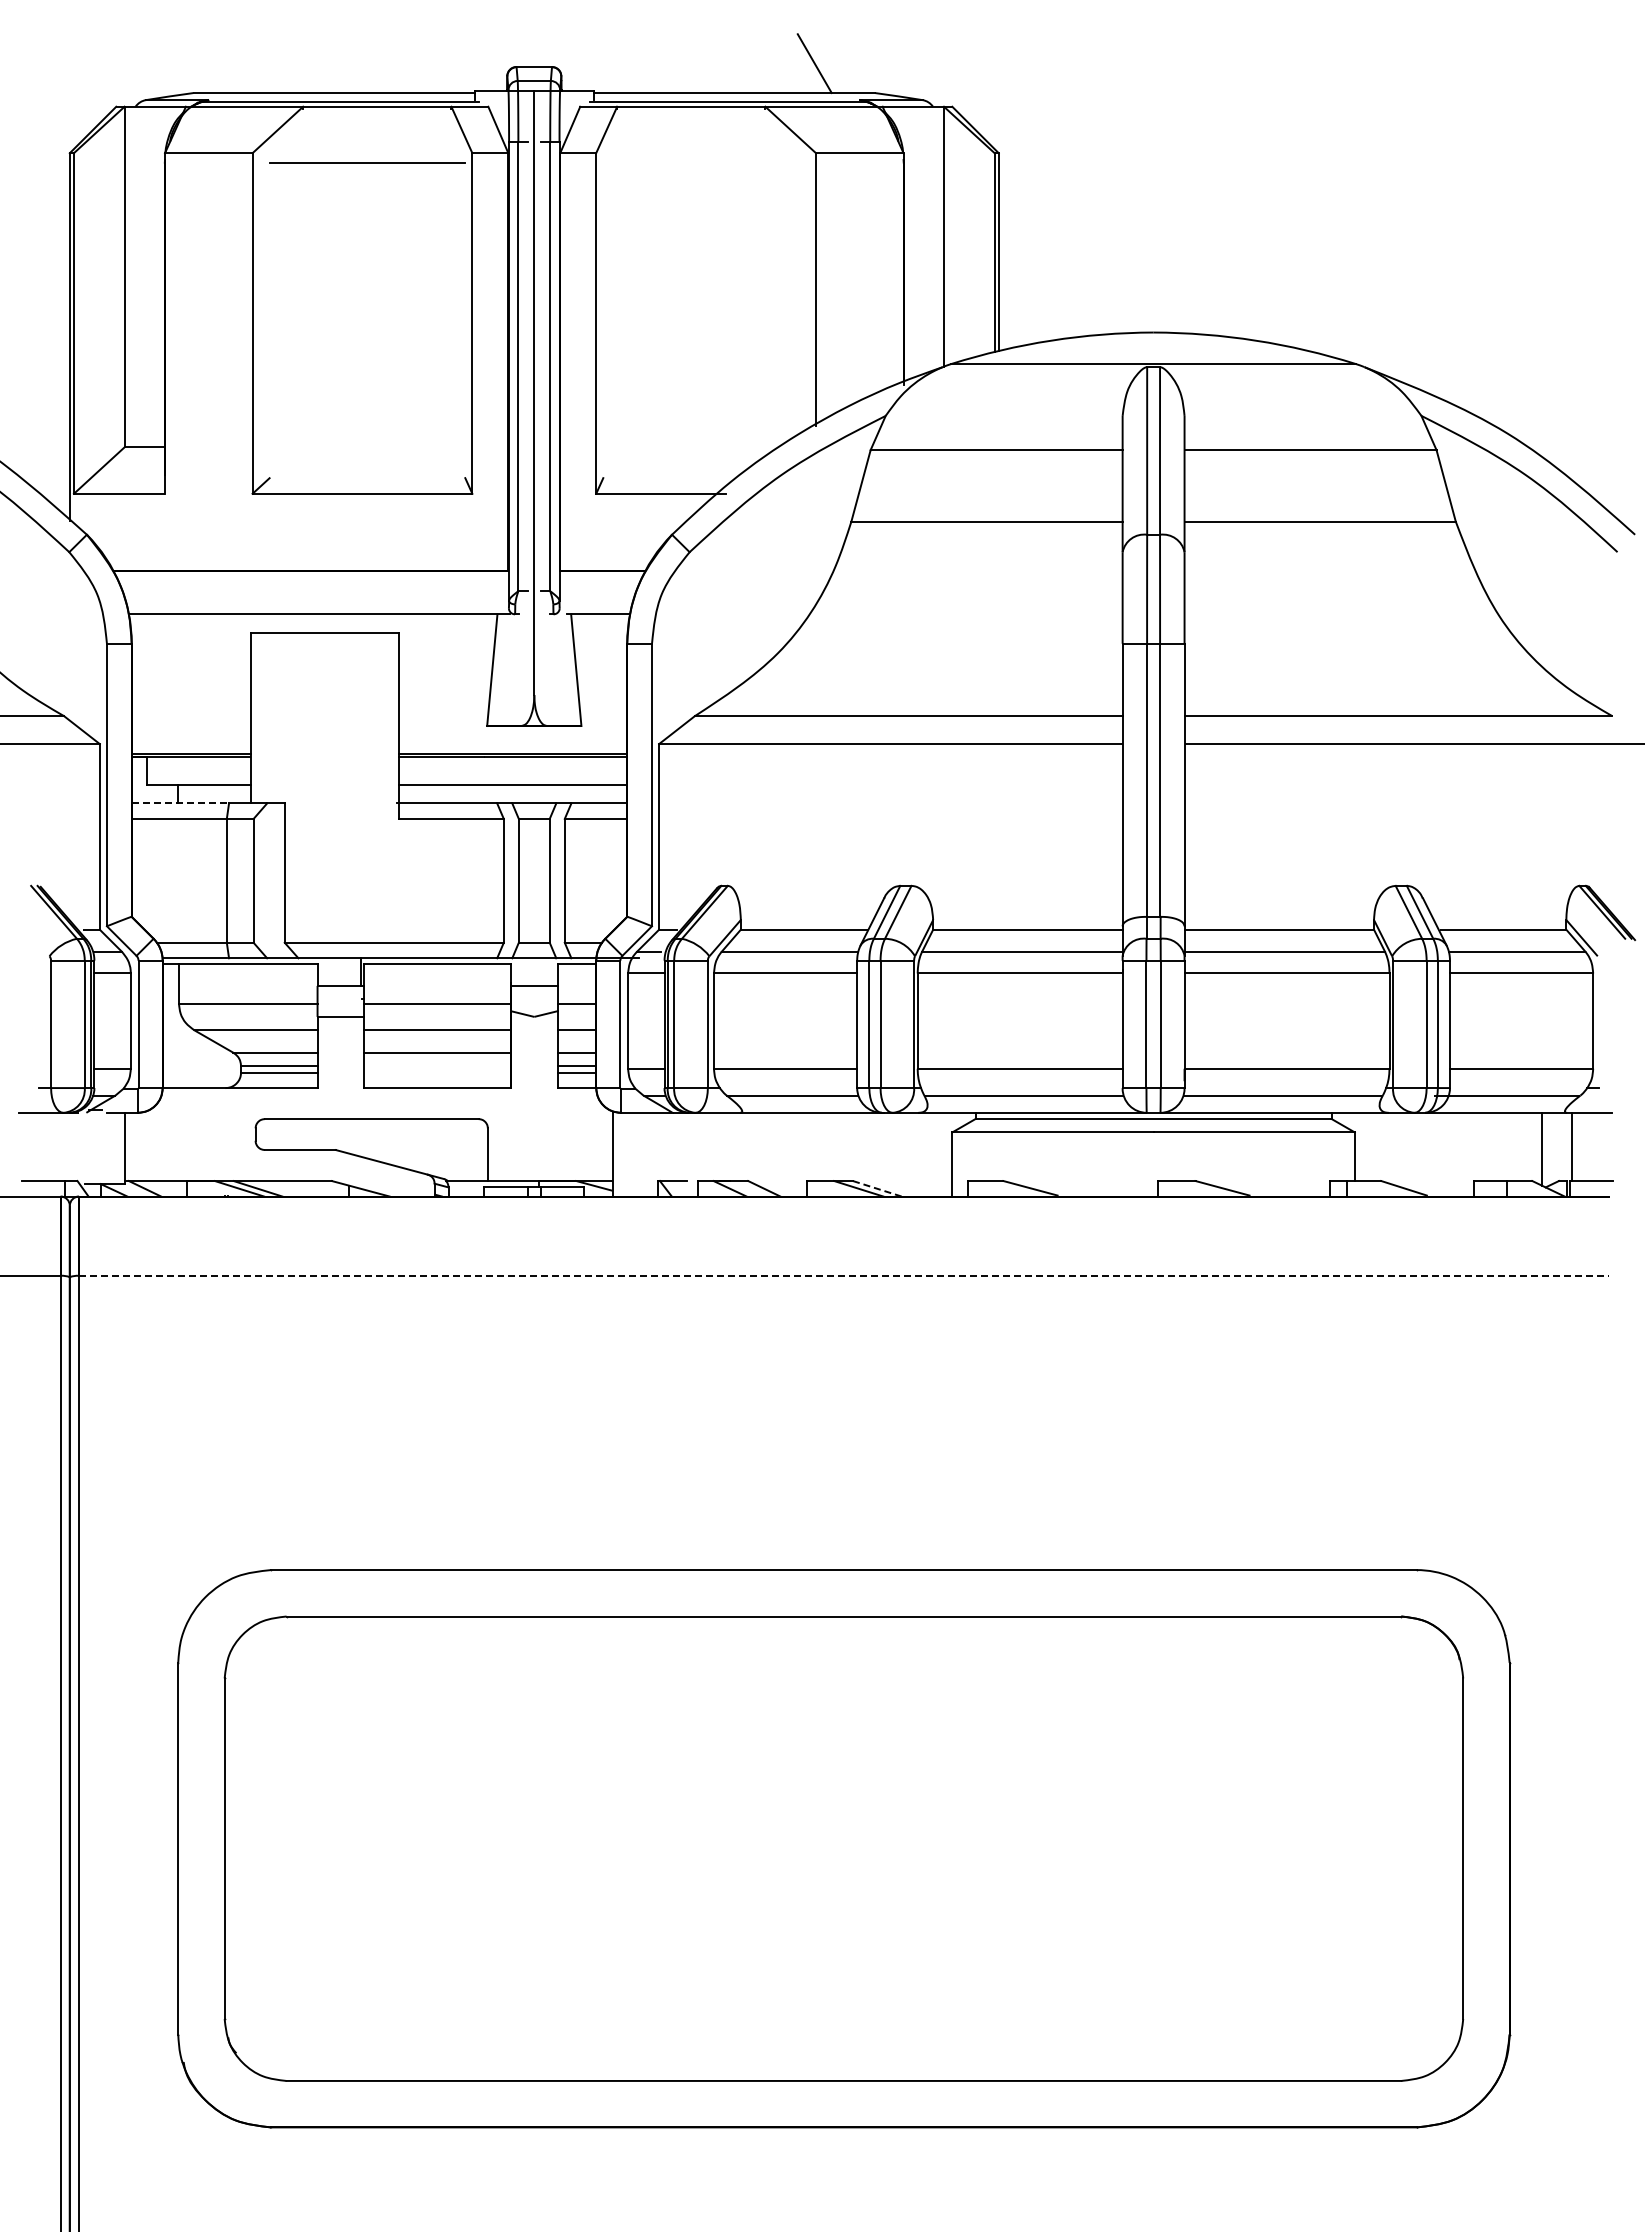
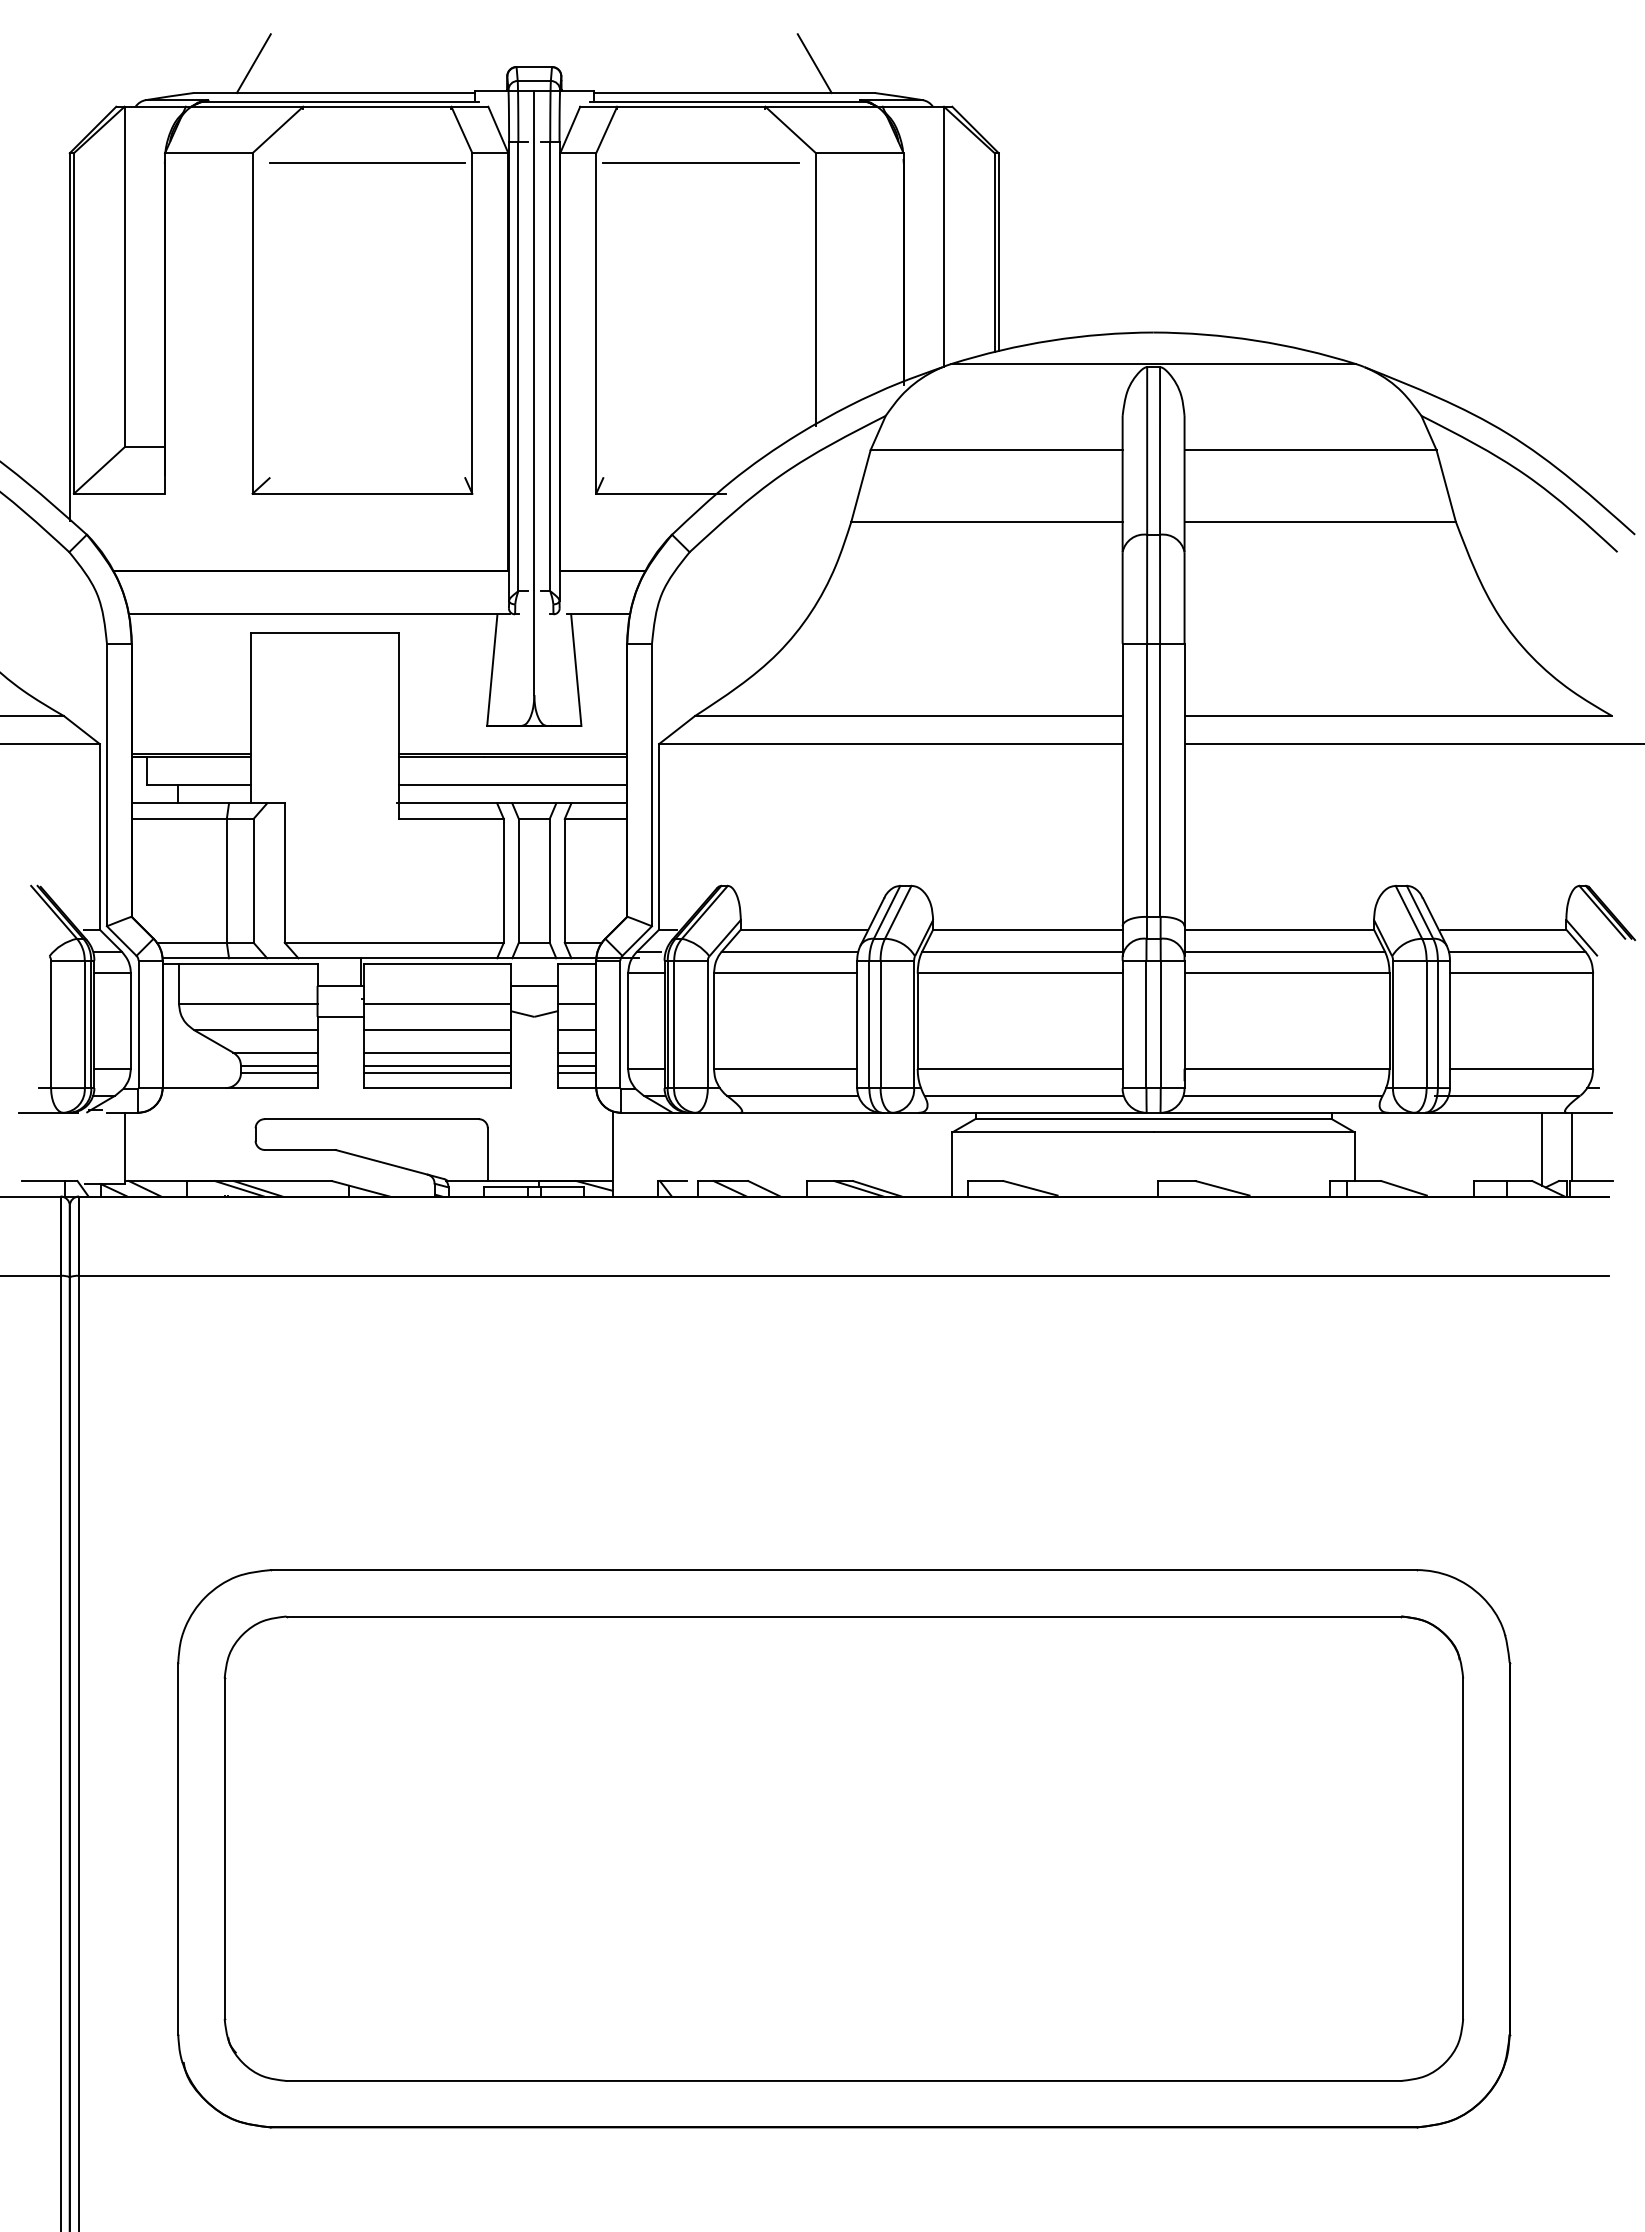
line at (253, 63): none -> present
line at (701, 162): none -> present
line at (180, 803): dashed -> solid
line at (437, 1066): none -> present
line at (437, 1072): none -> present
line at (877, 1188): dashed -> solid
line at (843, 1275): dashed -> solid
